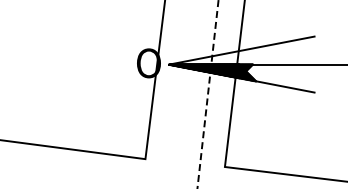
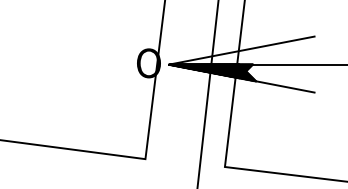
line at (208, 93): dashed -> solid
